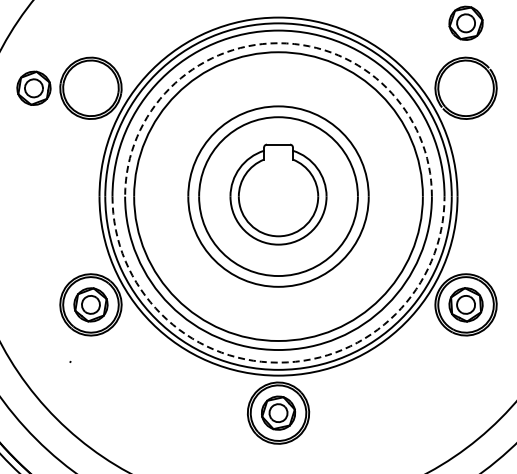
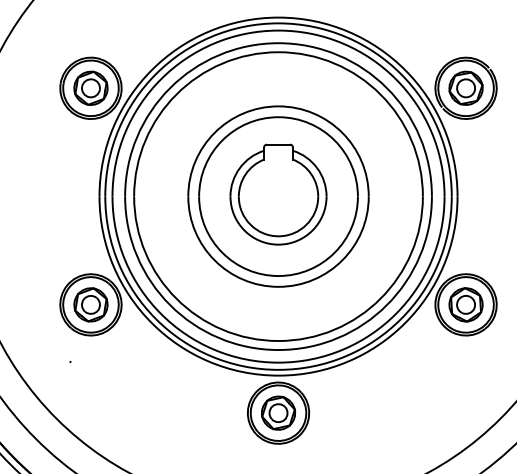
part at (465, 22) position: (465, 22) -> (465, 87)
arc at (278, 43): dashed -> solid
part at (33, 87) position: (33, 87) -> (90, 87)
arc at (278, 362): dashed -> solid
